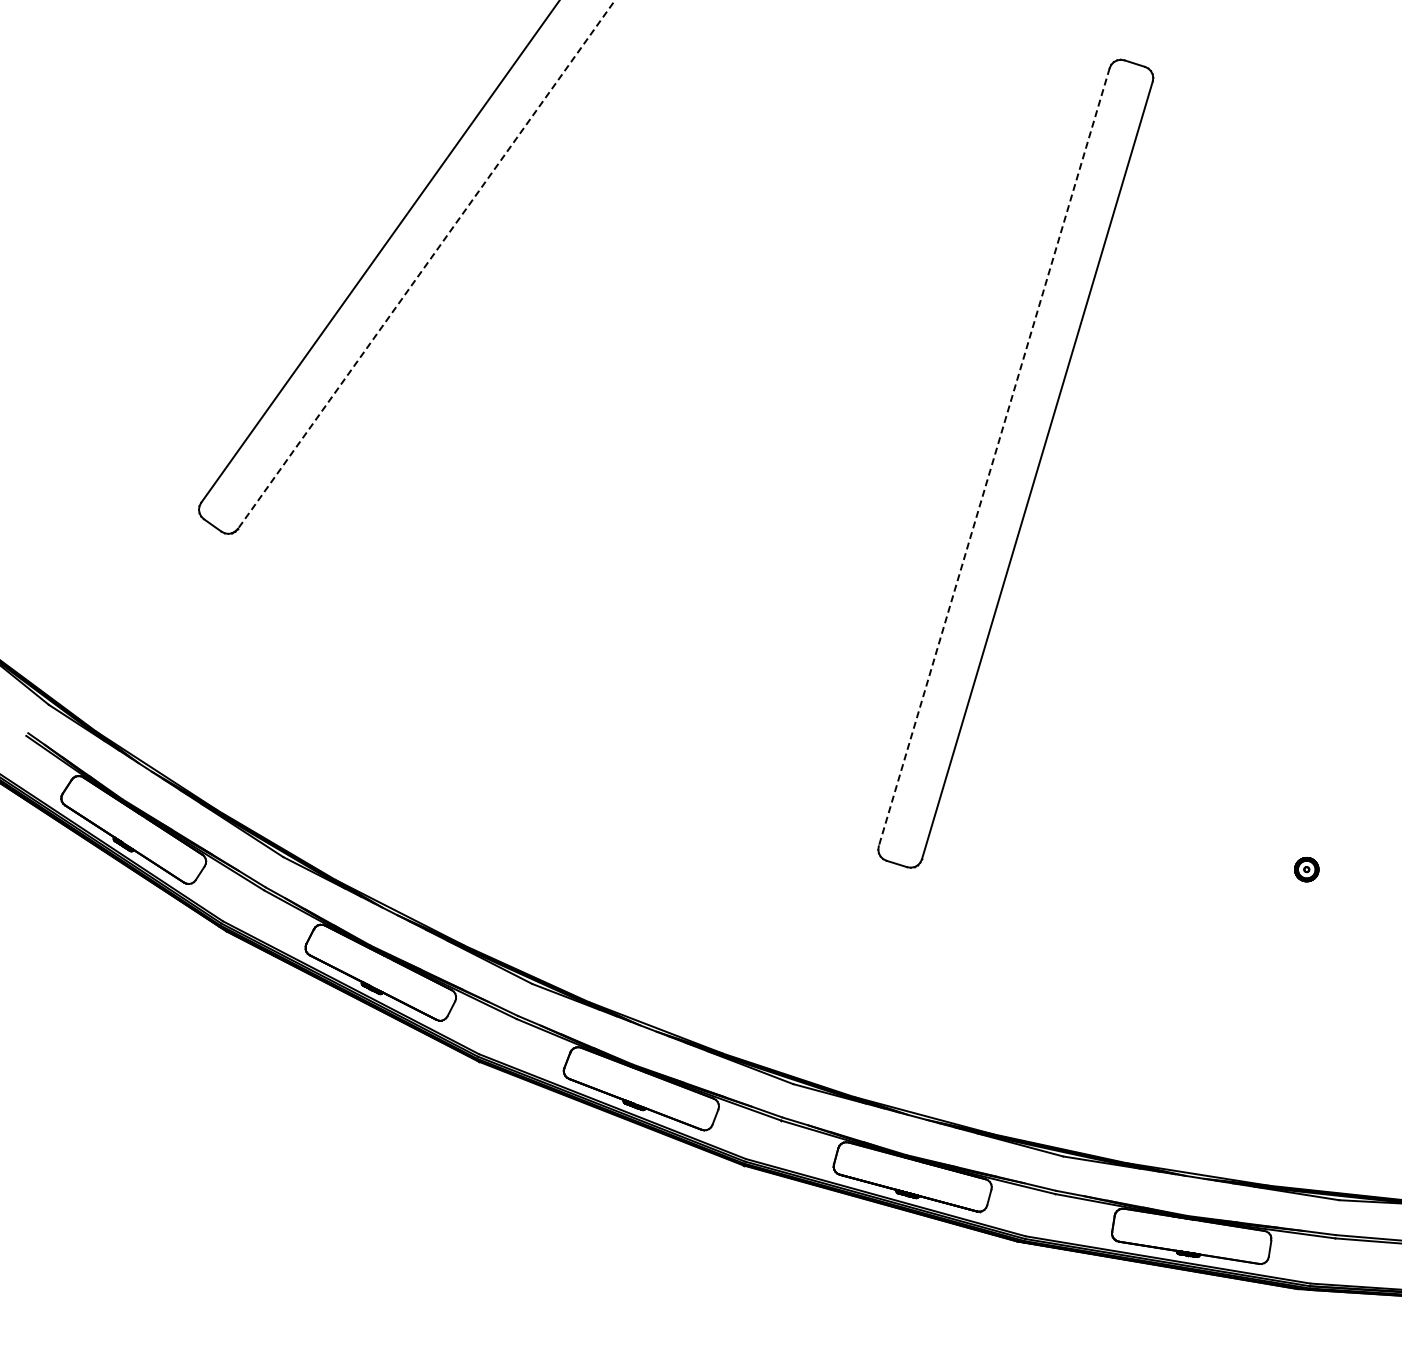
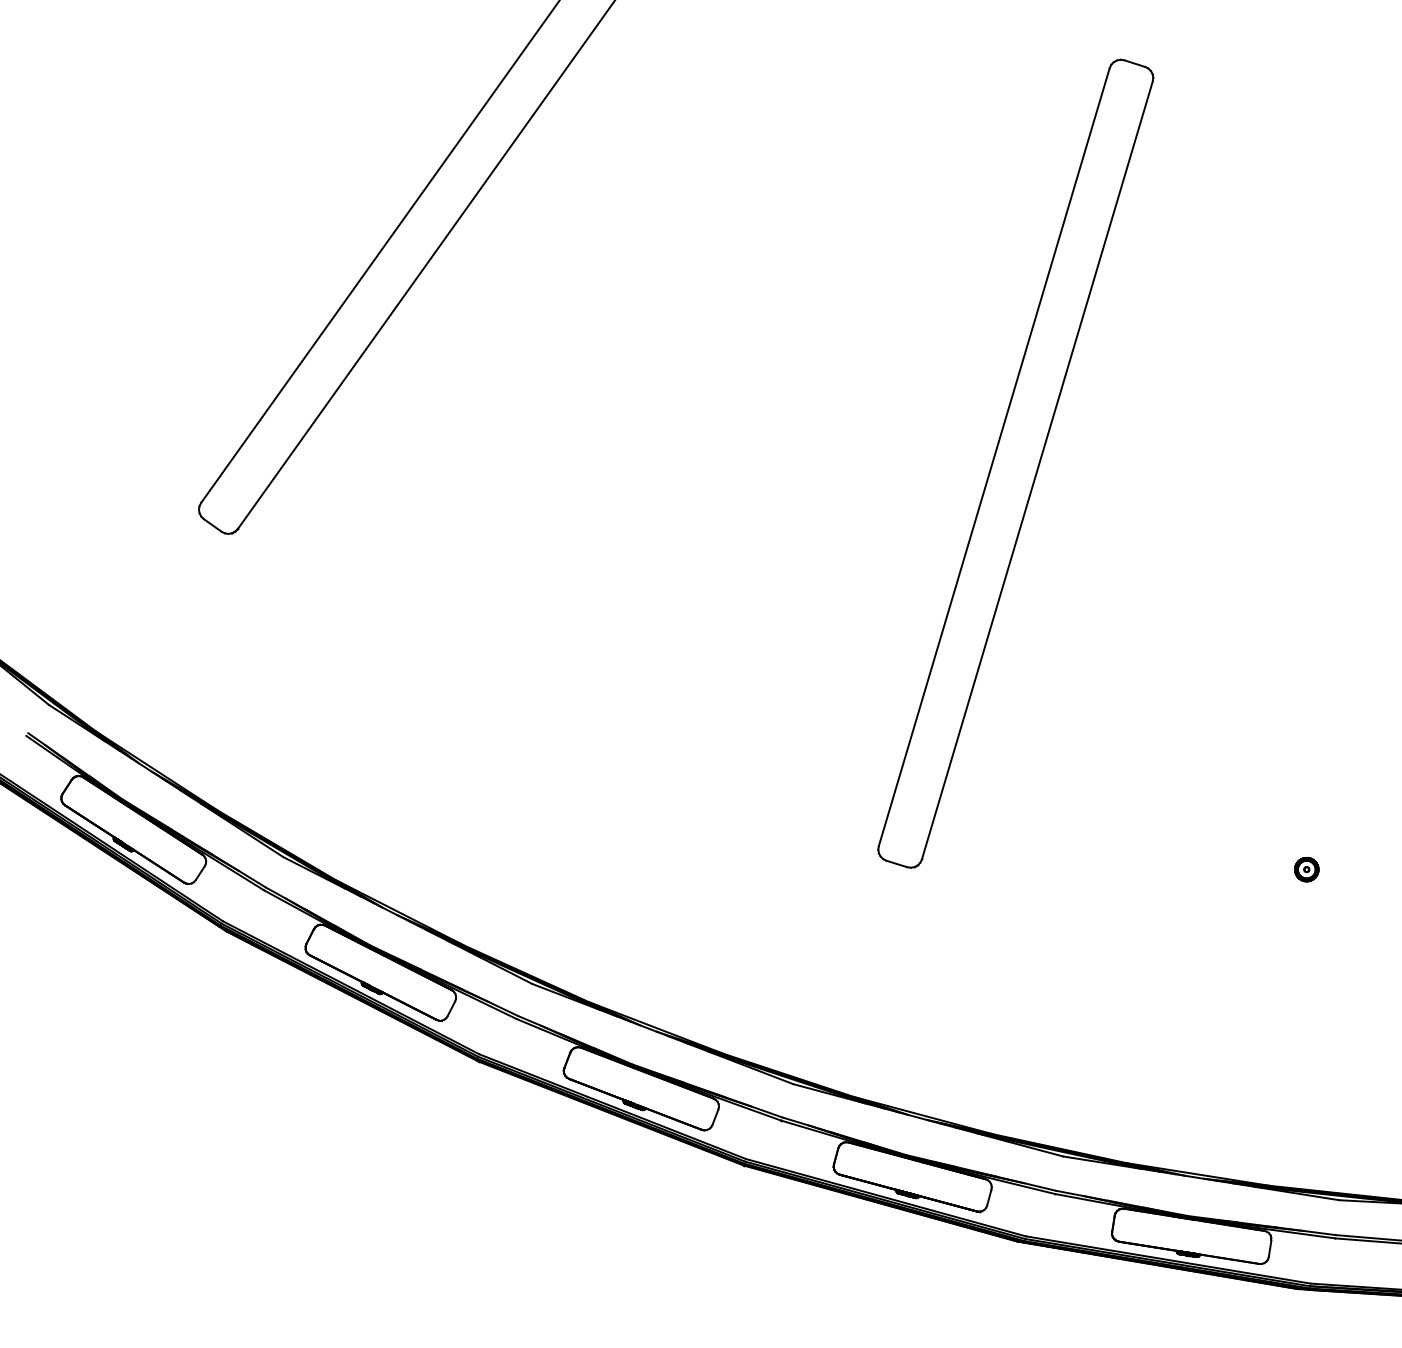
line at (426, 264): dashed -> solid
line at (994, 457): dashed -> solid
